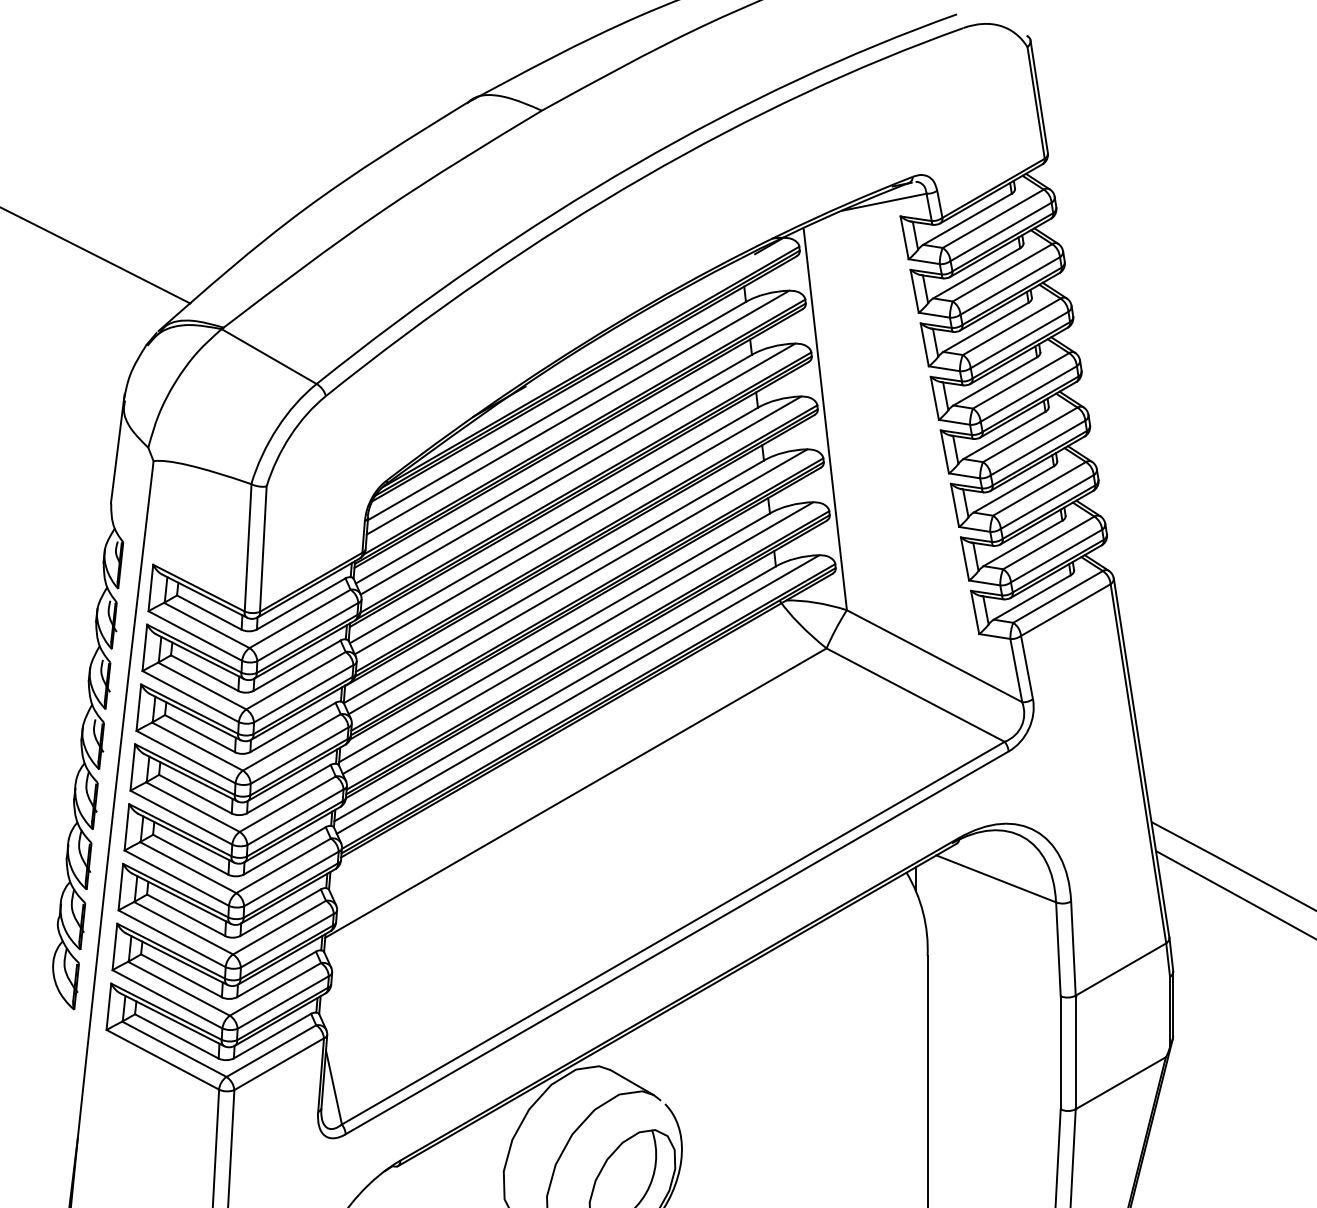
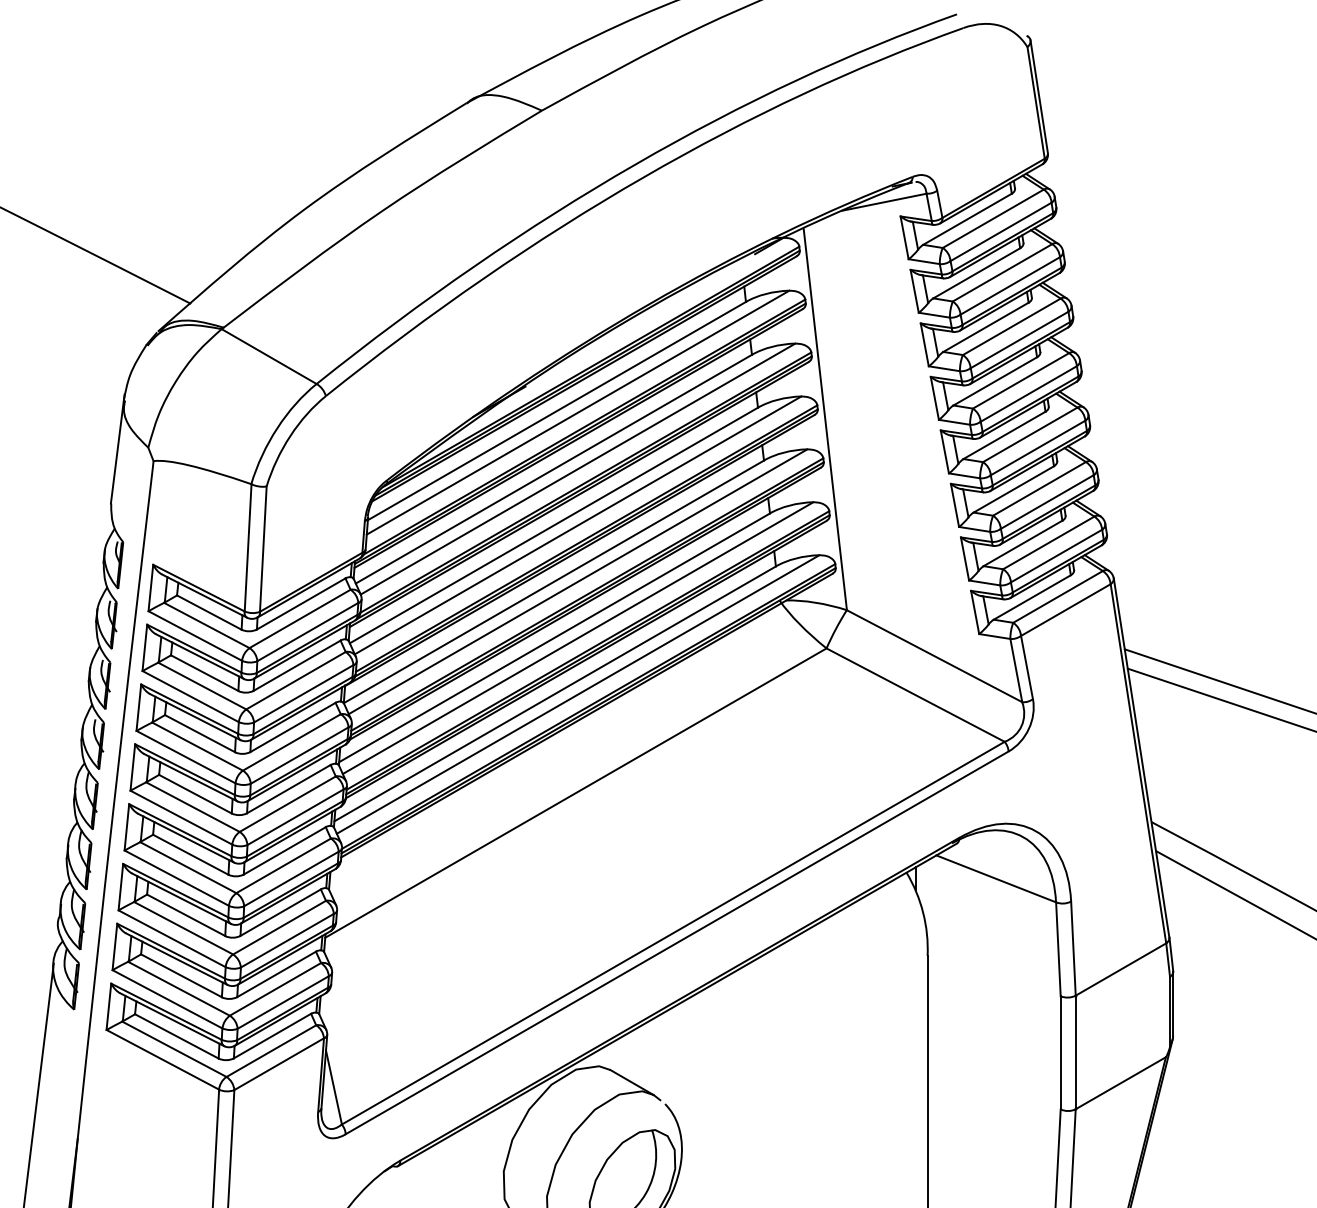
line at (1218, 680): none -> present
line at (1220, 699): none -> present
line at (38, 1083): none -> present
